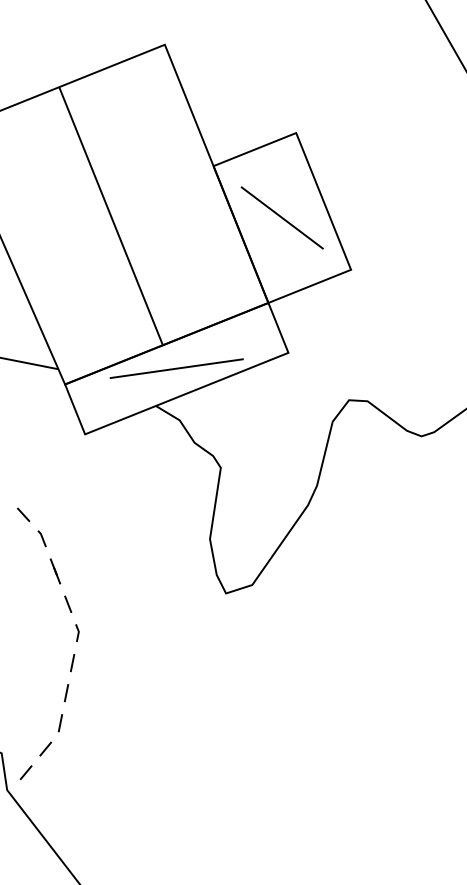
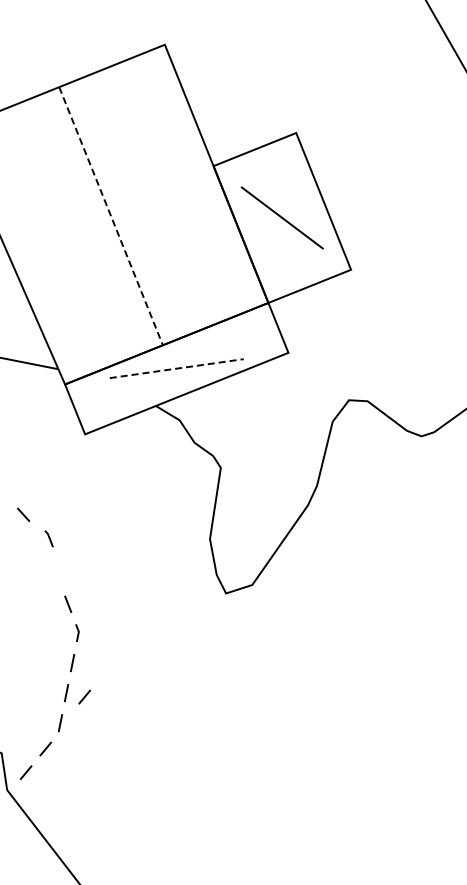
line at (111, 216): solid -> dashed
line at (176, 368): solid -> dashed
line at (41, 538) position: (41, 538) -> (48, 538)
line at (55, 571): present -> none
line at (84, 696): none -> present
